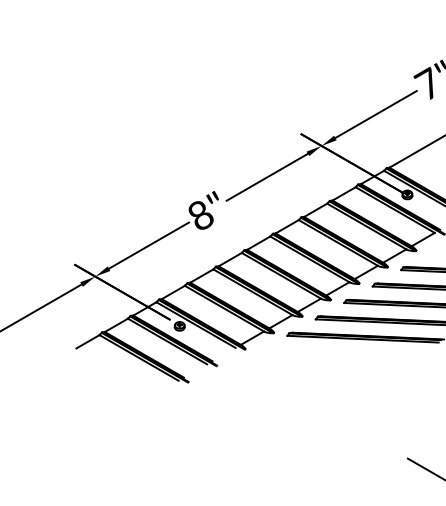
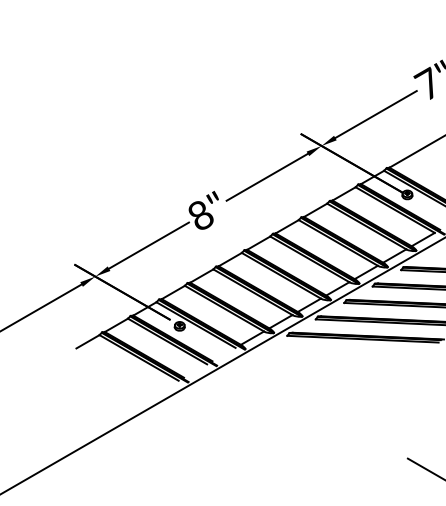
line at (222, 366): none -> present
